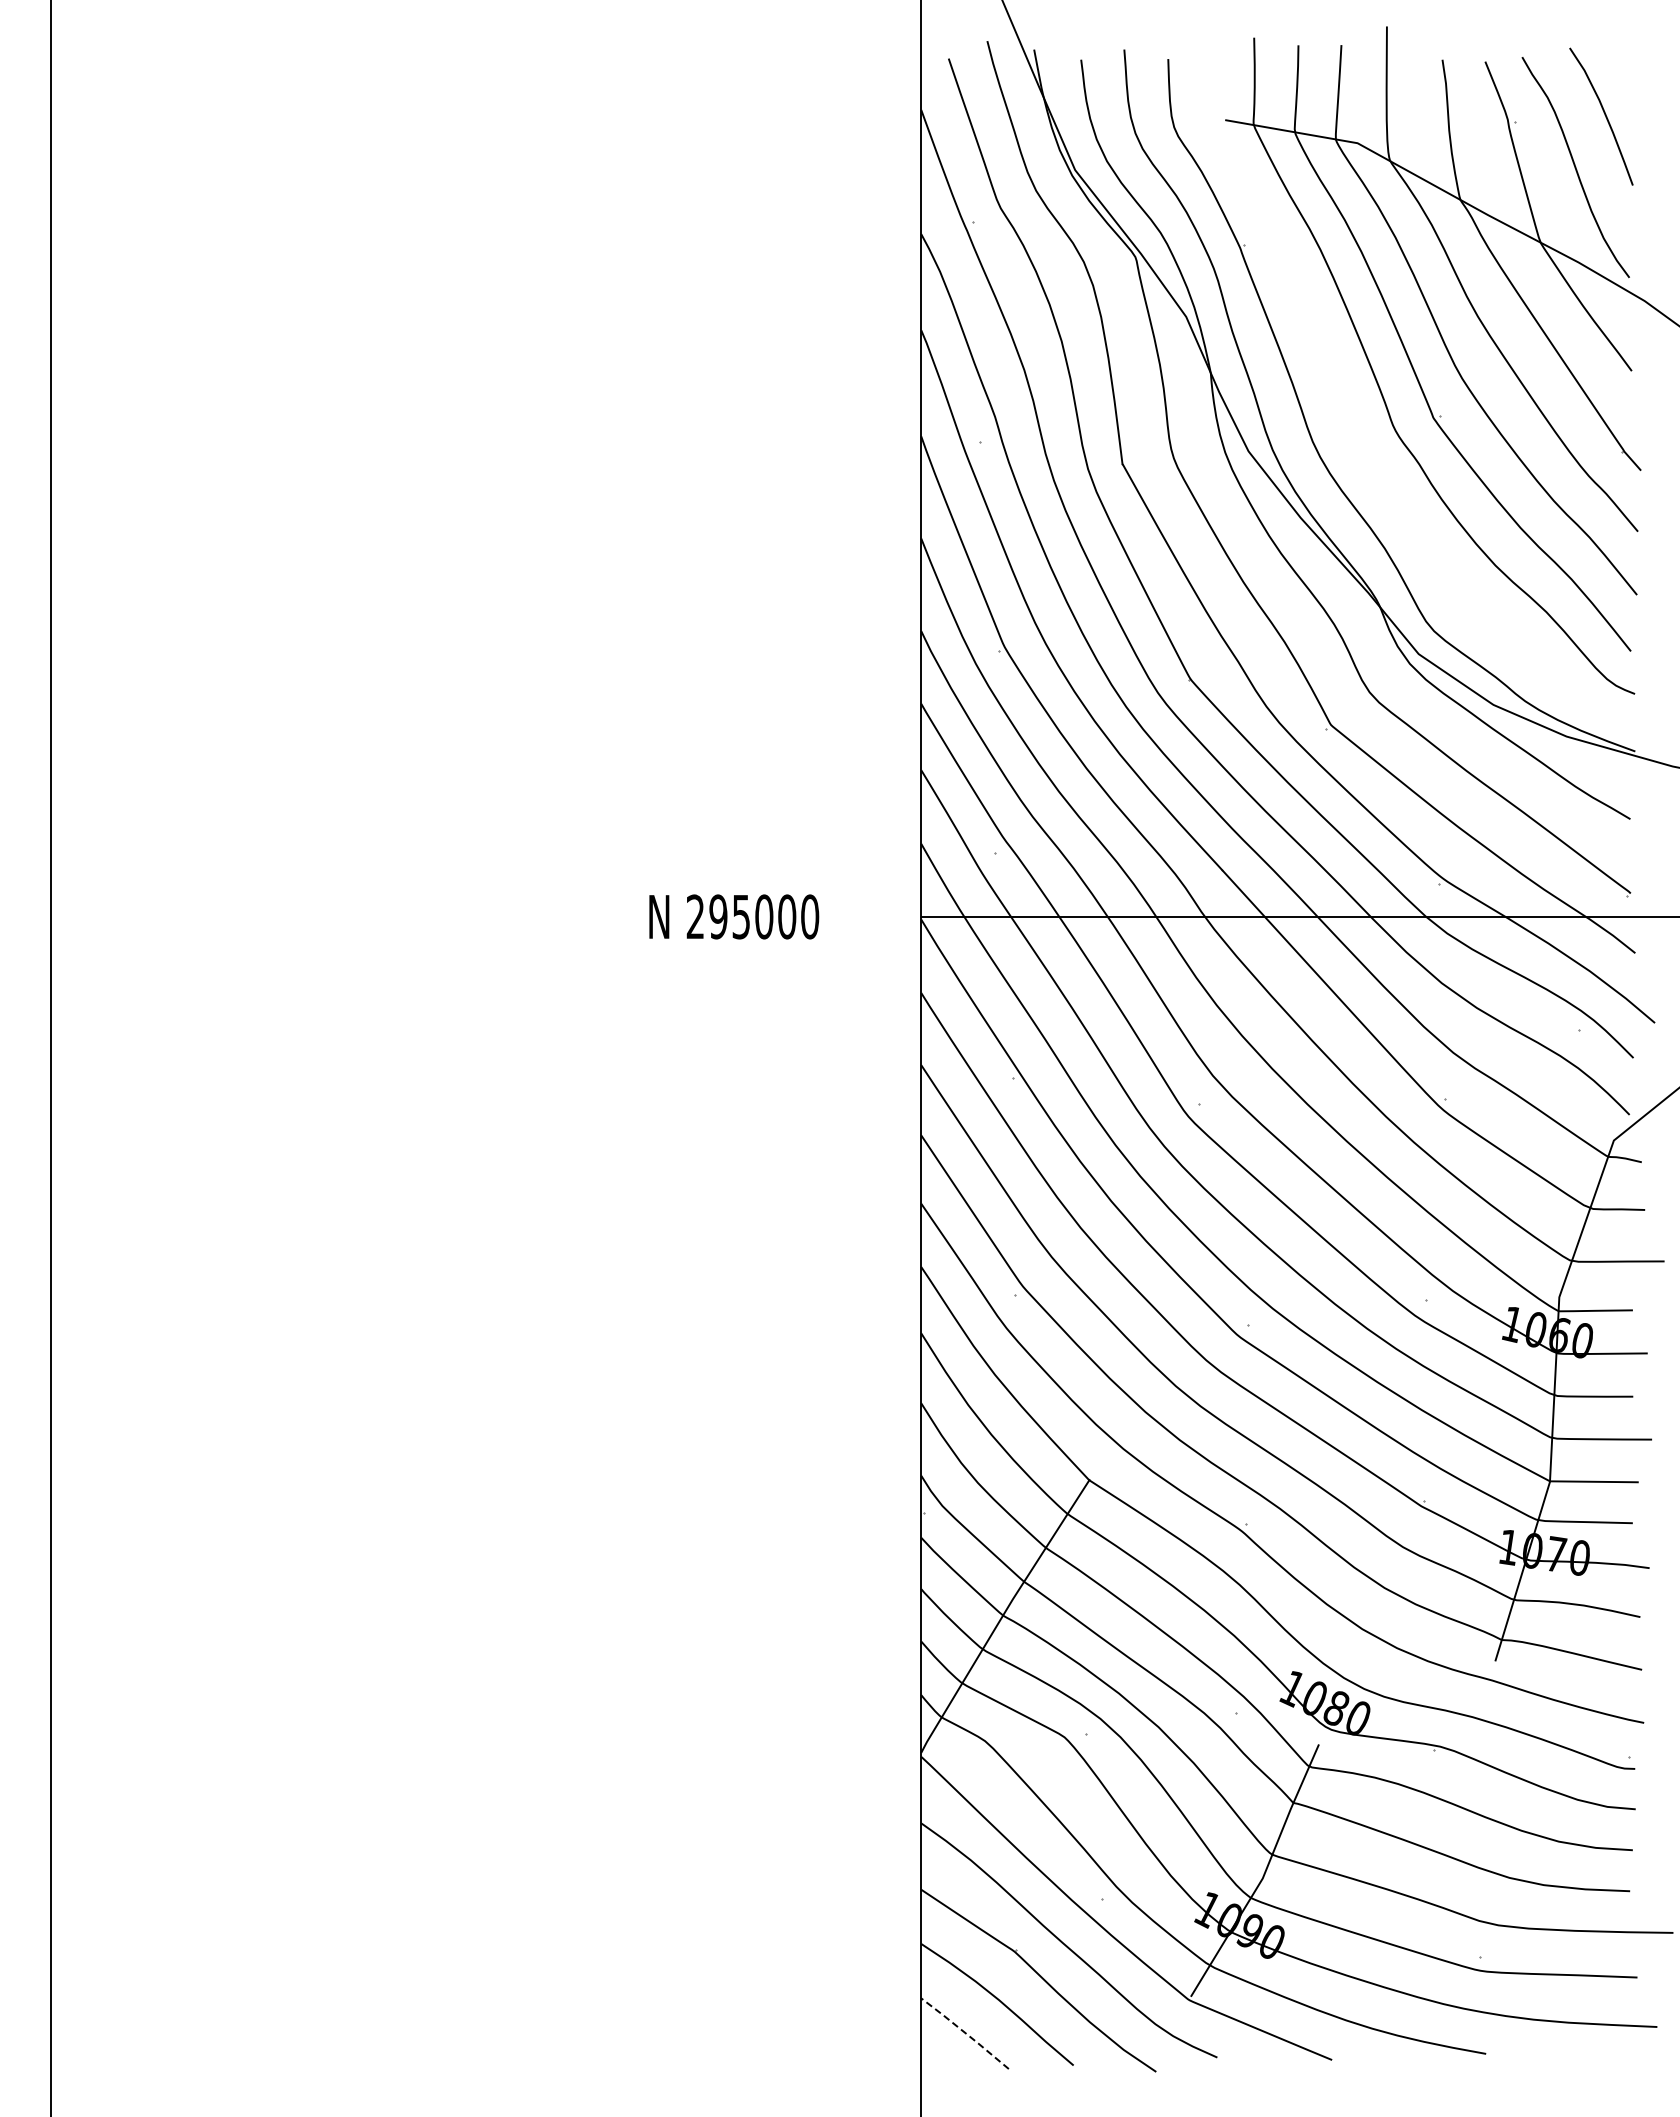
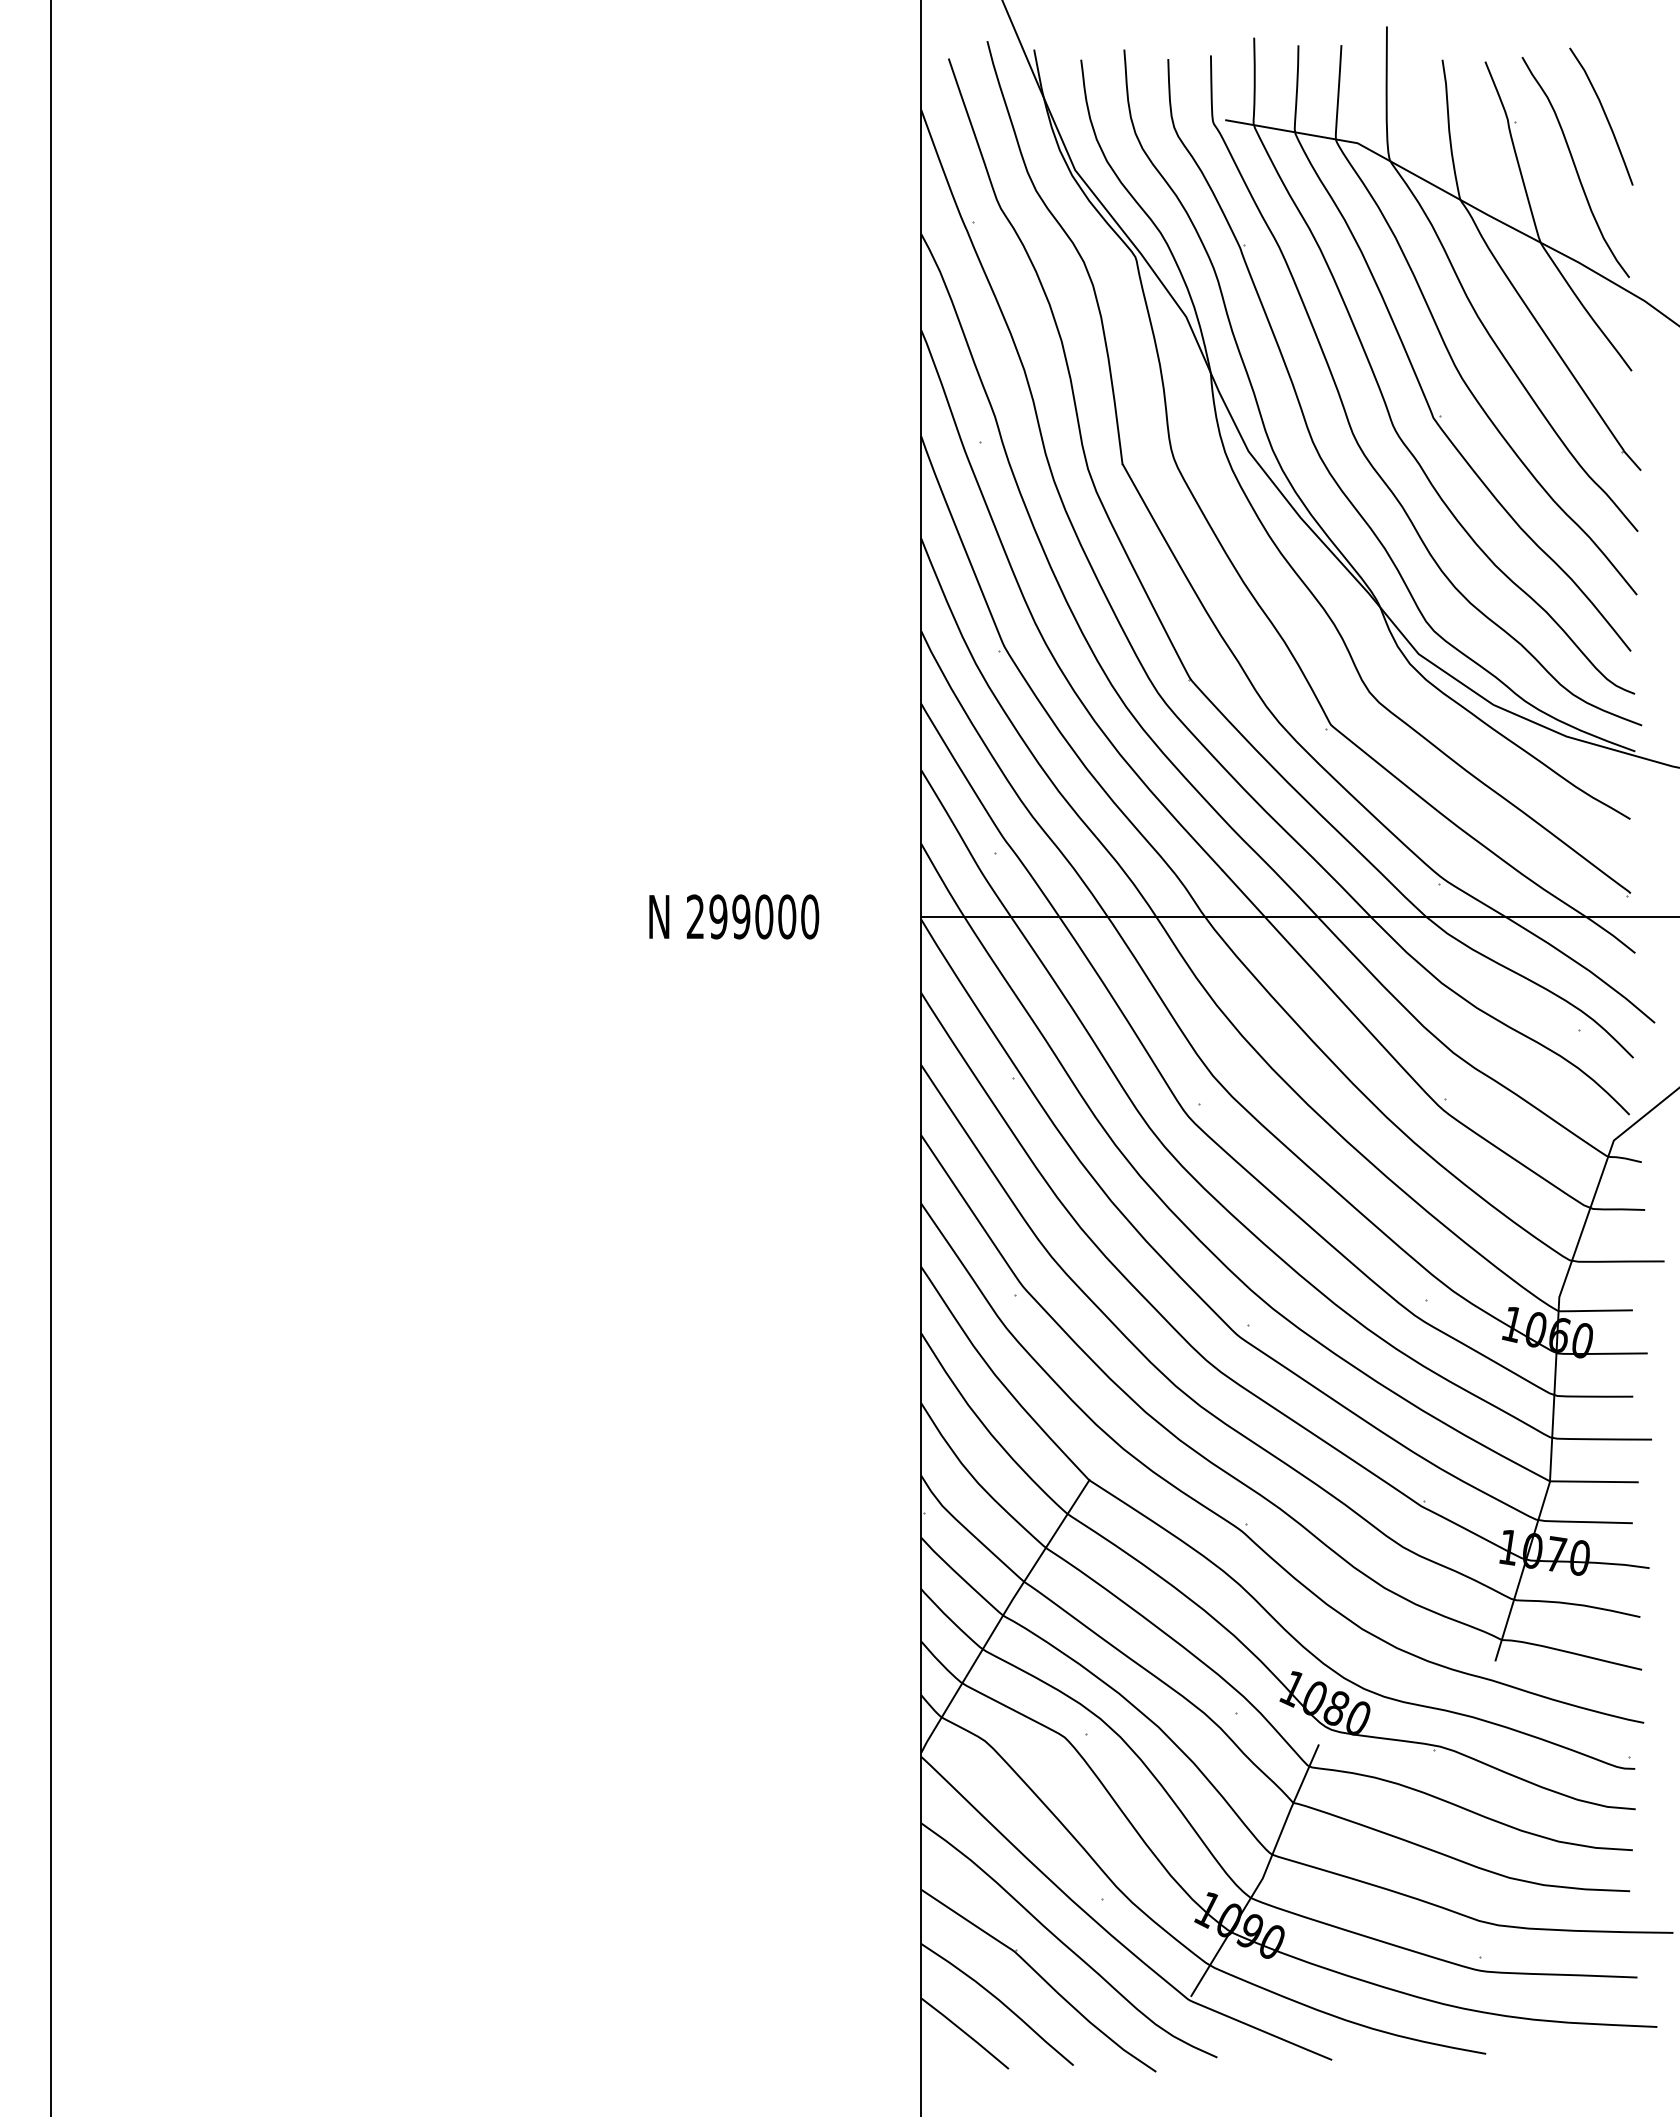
curve at (1346, 411): none -> present
text at (741, 916): 295000 -> 299000
line at (965, 2033): dashed -> solid
